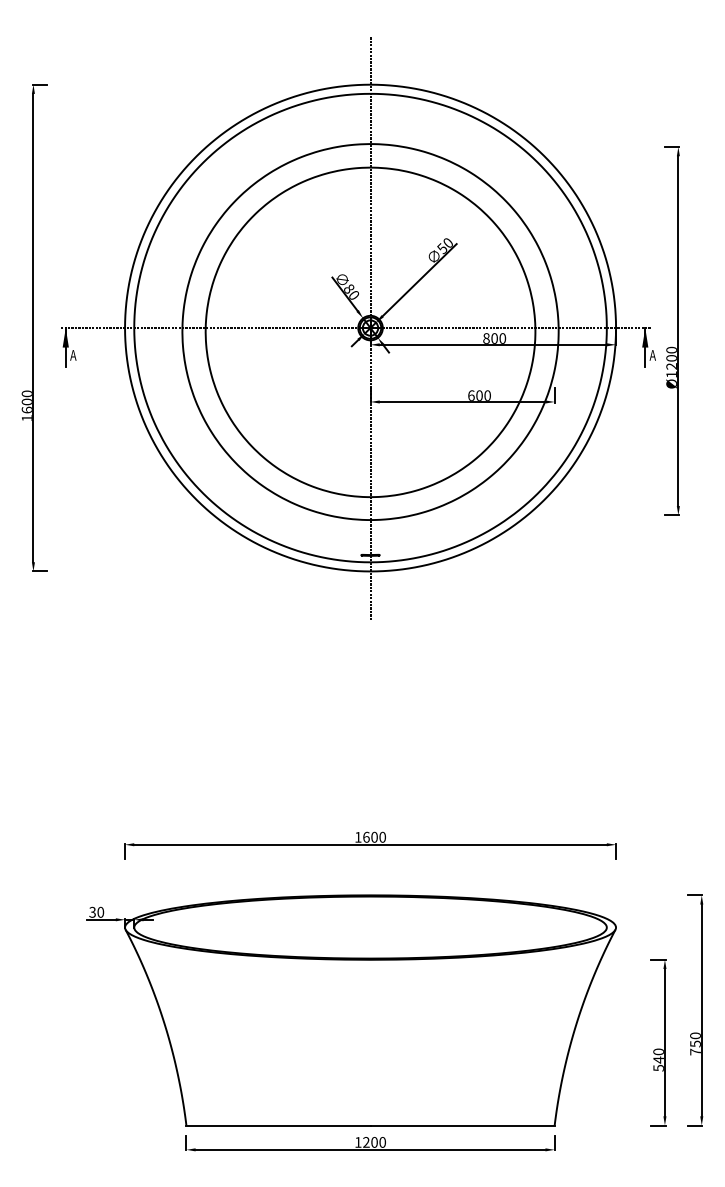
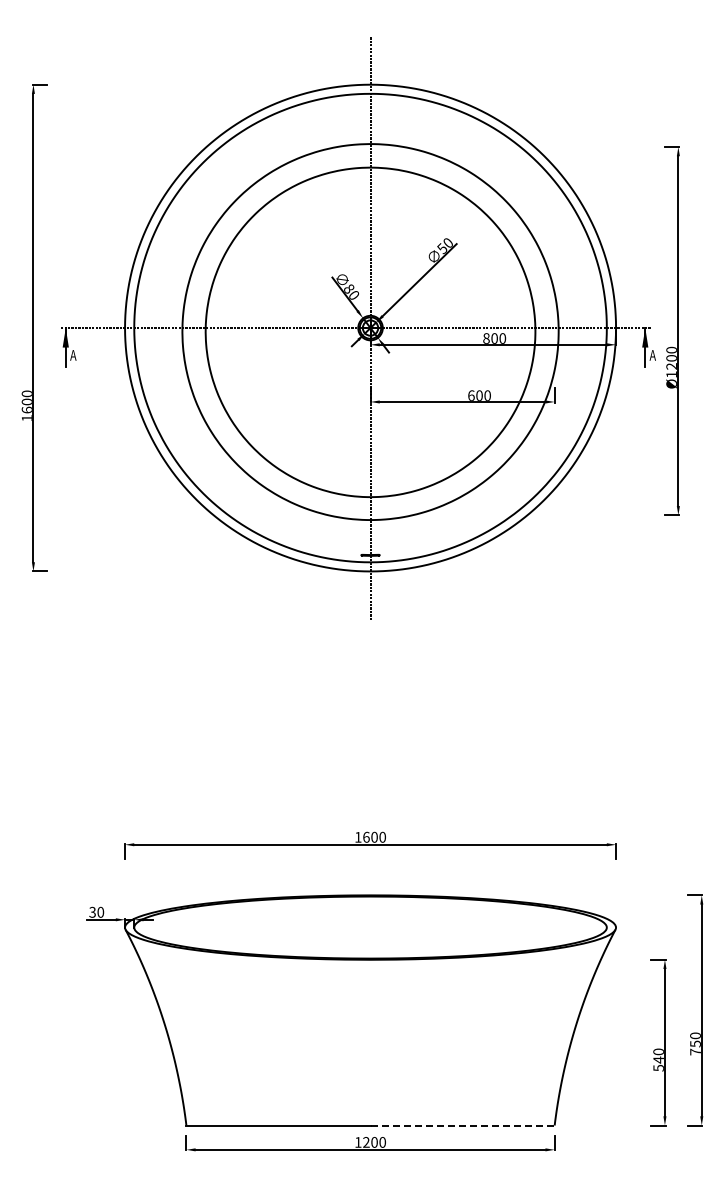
line at (463, 1125): solid -> dashed
